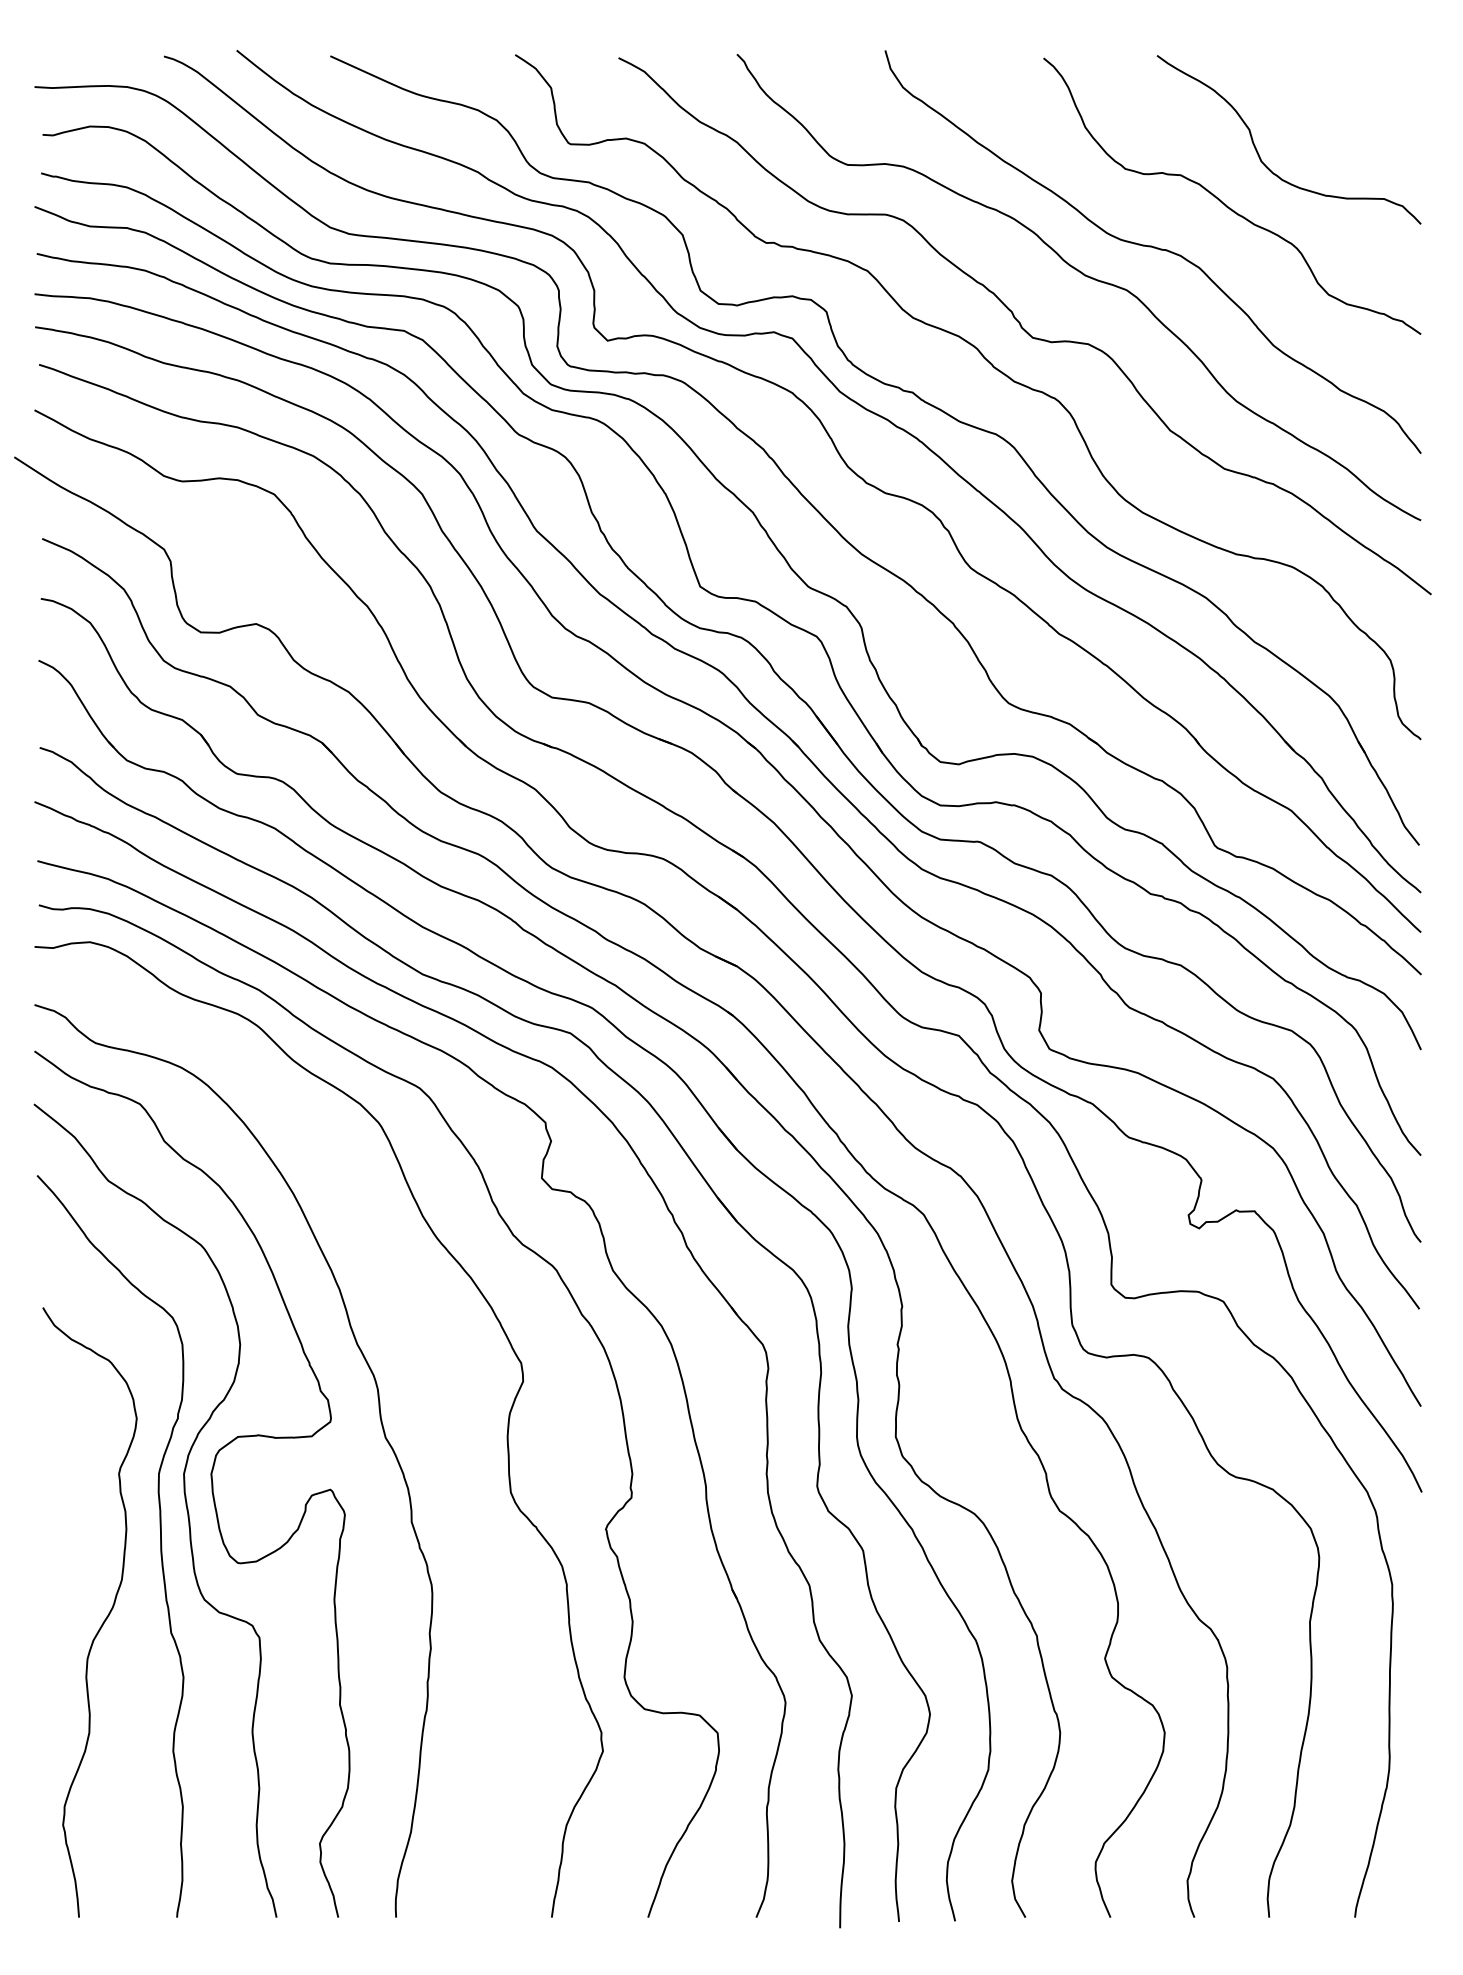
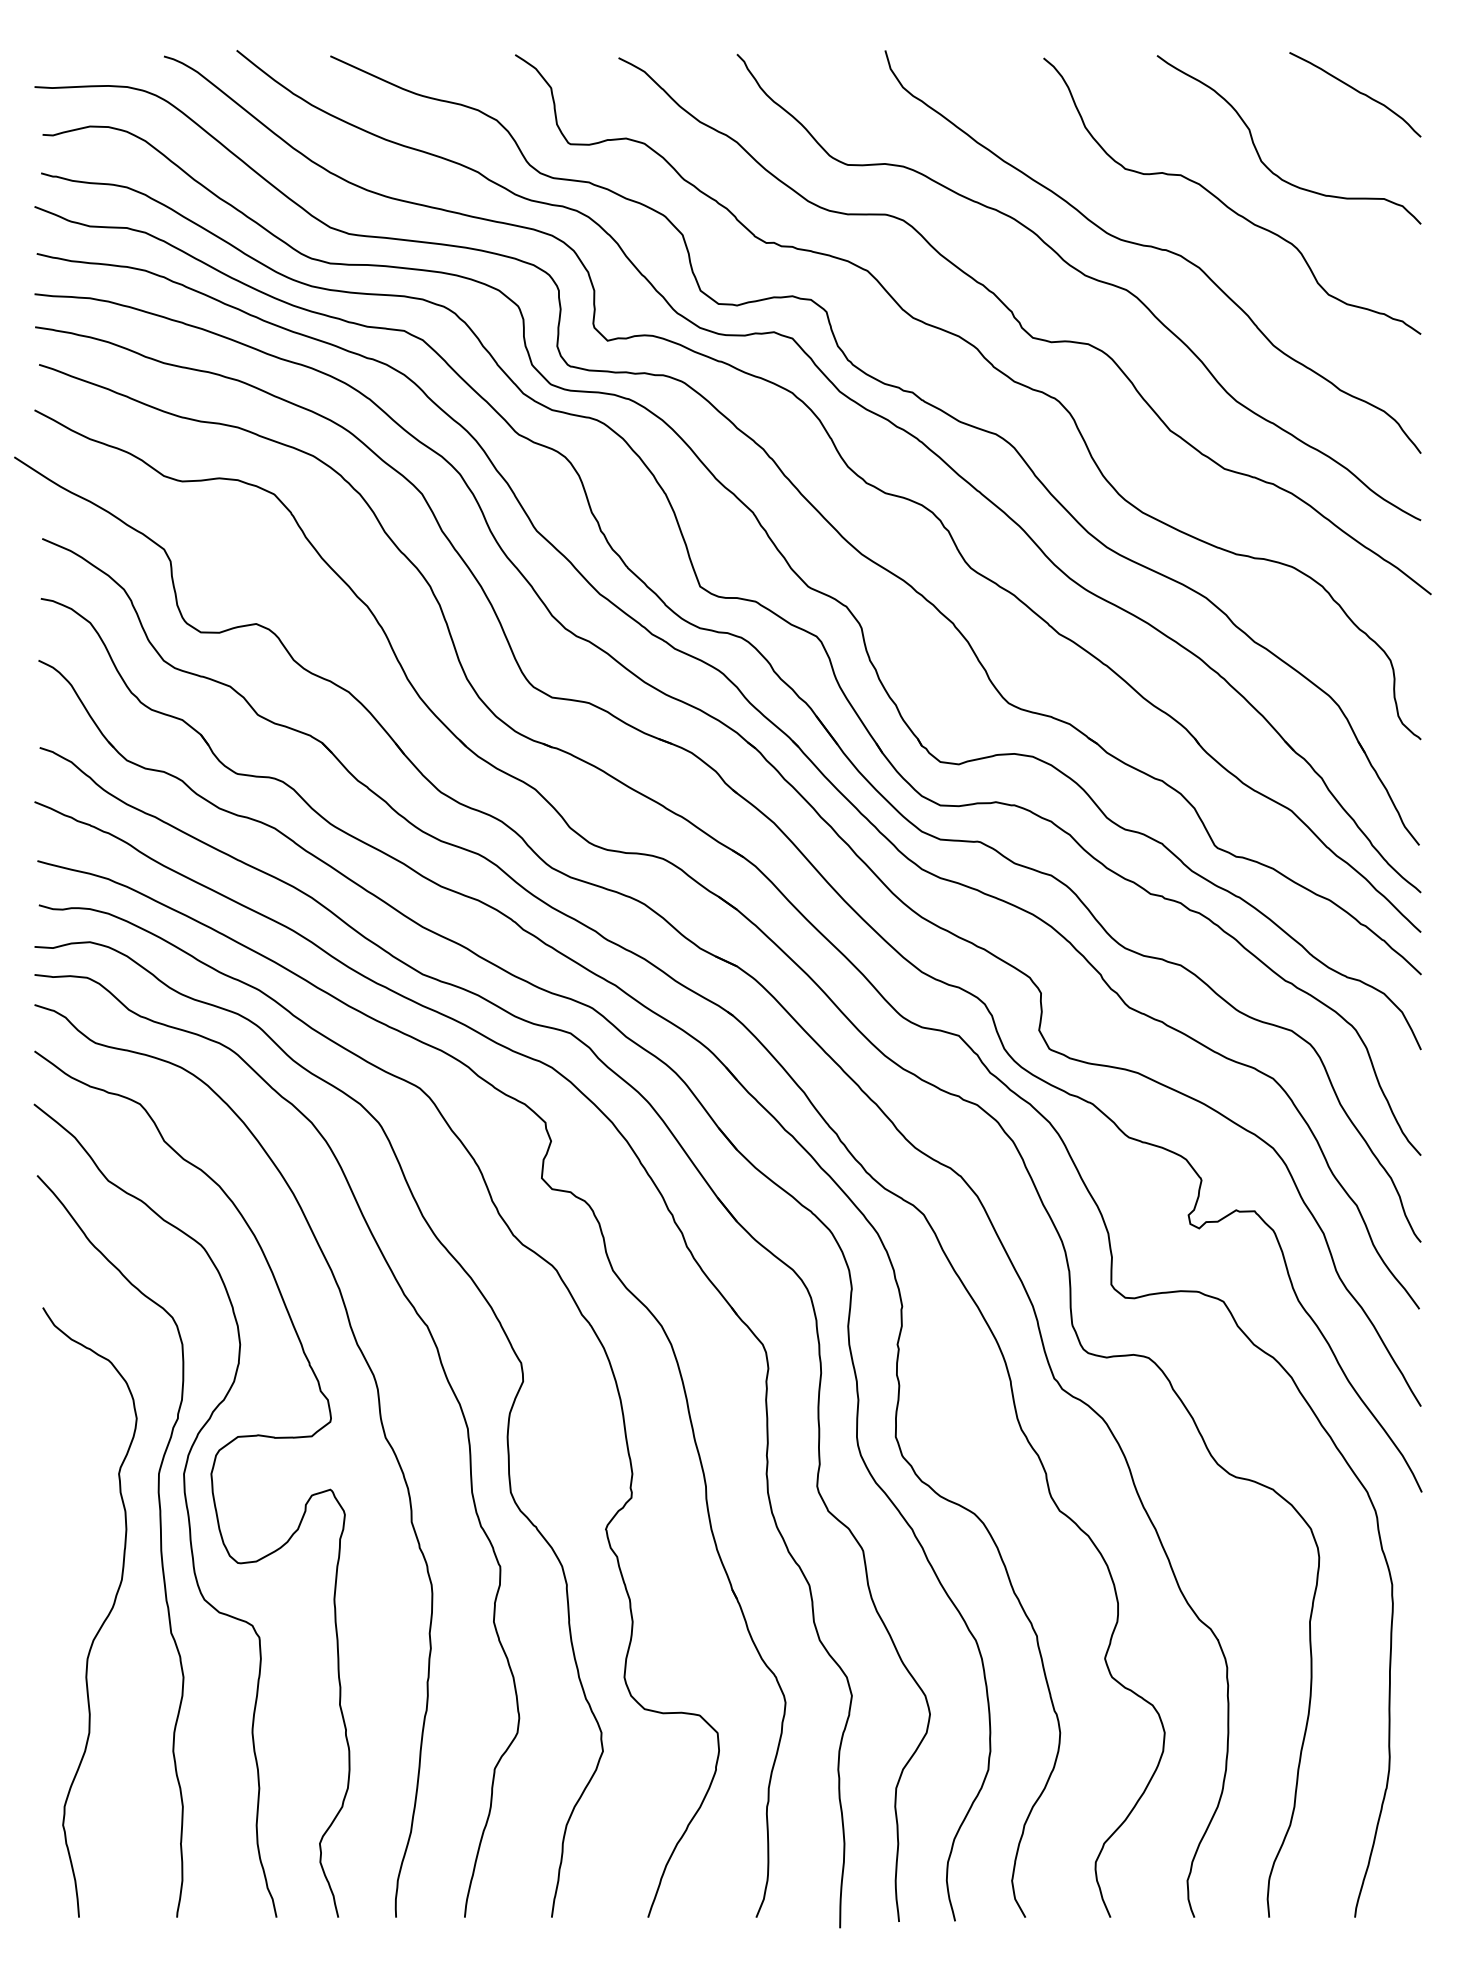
curve at (1357, 92): none -> present
curve at (446, 1380): none -> present
